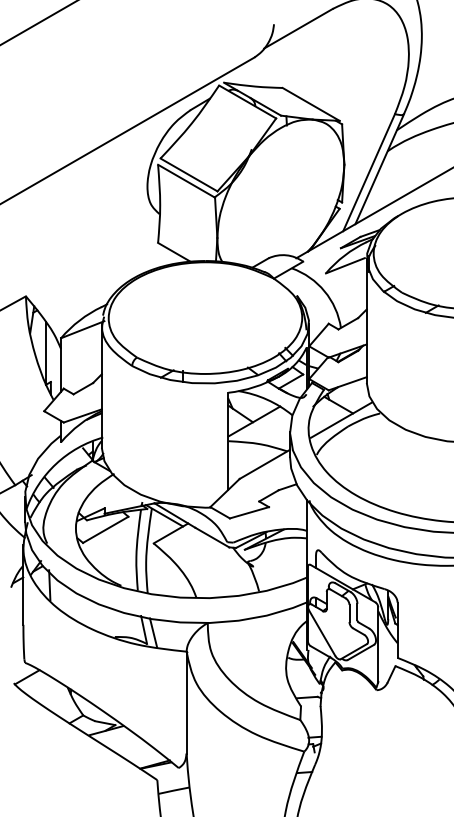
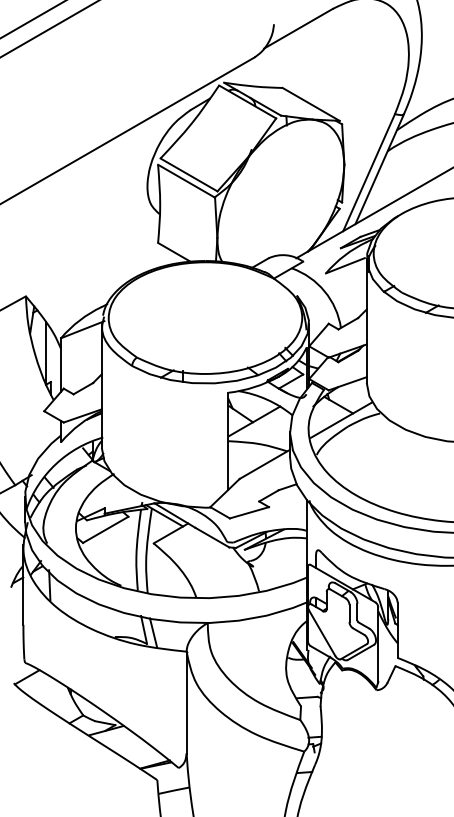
line at (38, 23) position: (38, 23) -> (32, 19)
line at (49, 29): none -> present
